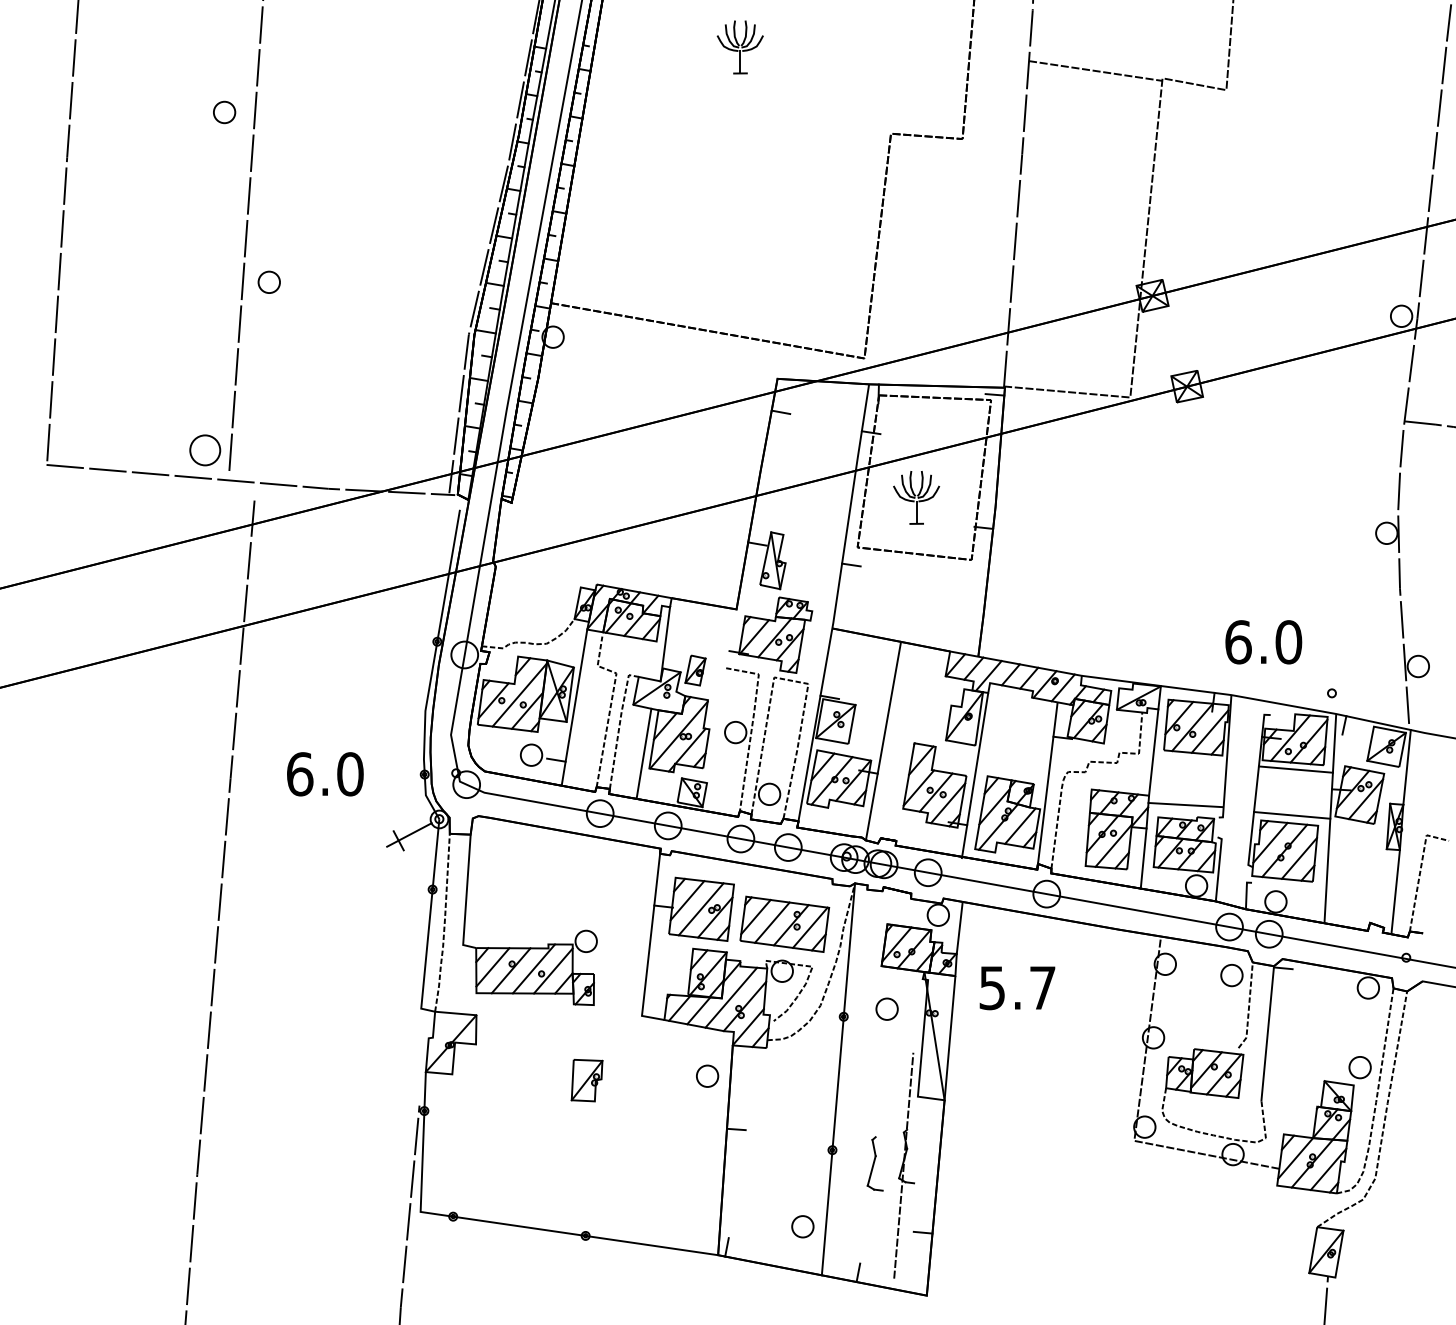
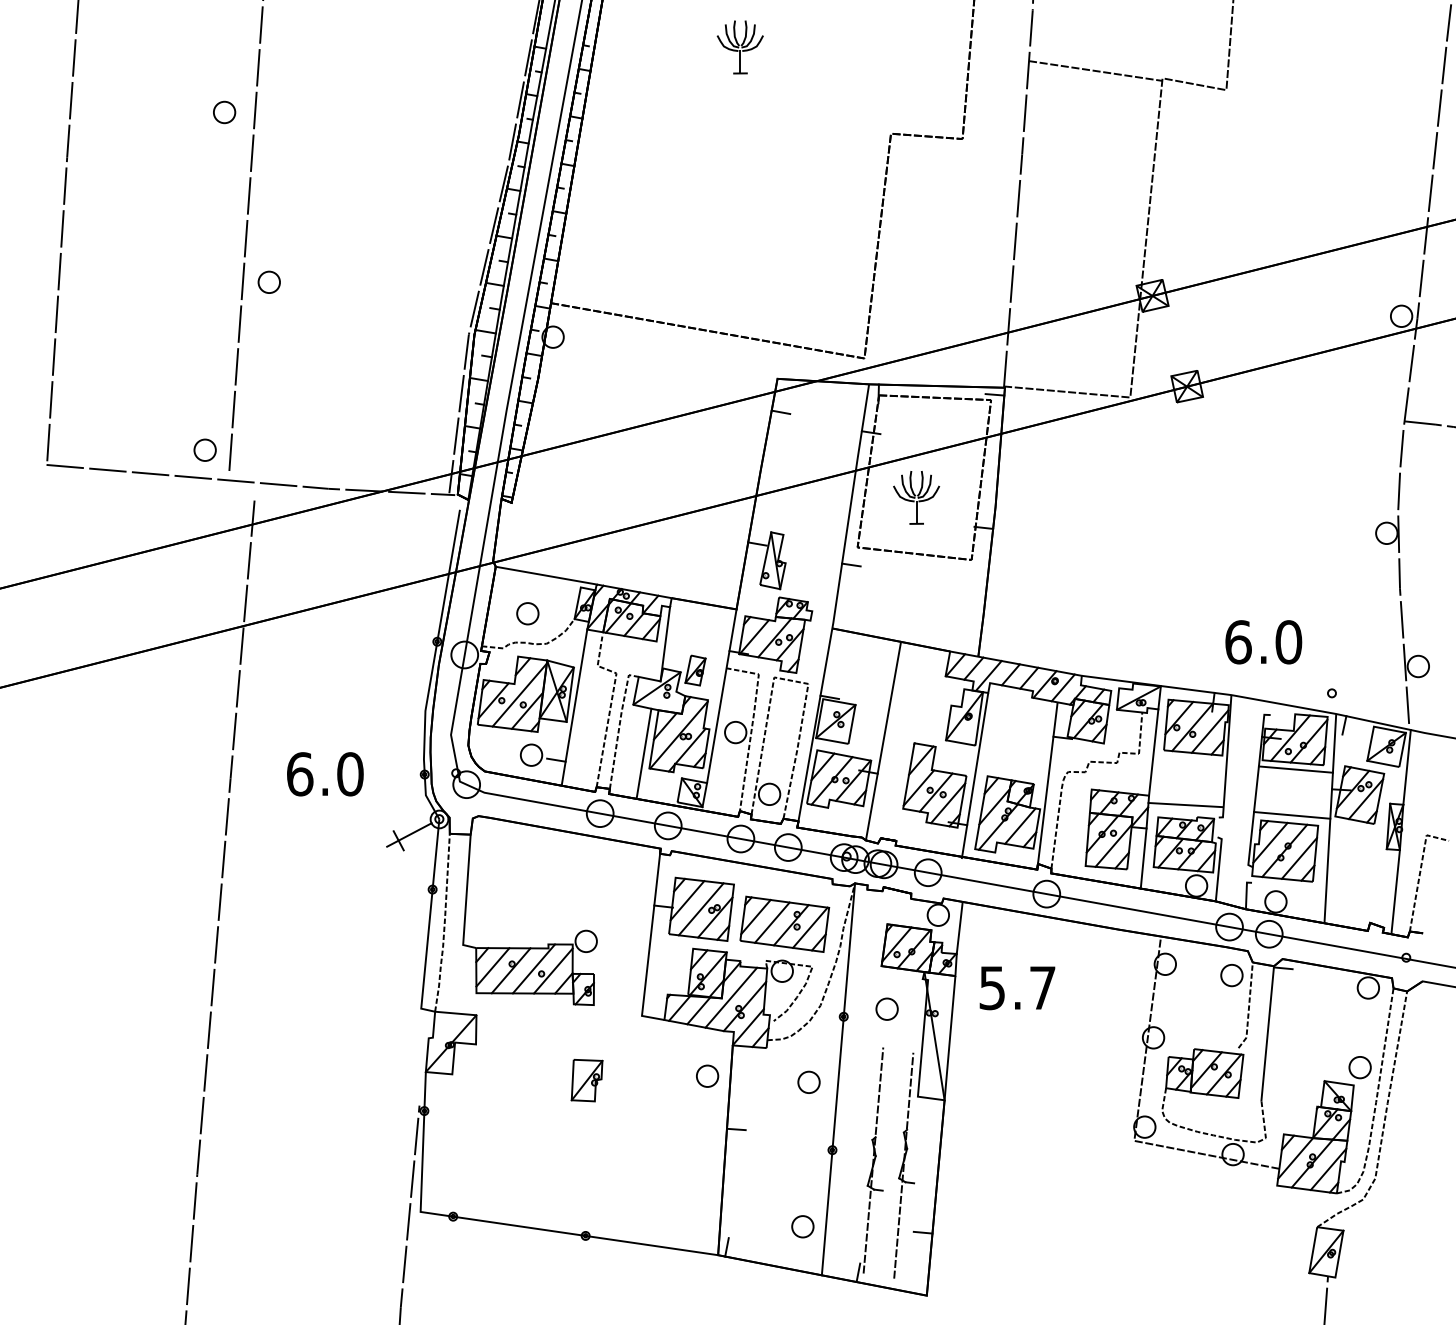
part at (205, 450) size: 33x33 px -> 24x24 px
line at (545, 575): none -> present
part at (527, 613): none -> present
line at (721, 696): none -> present
part at (808, 1081): none -> present
line at (873, 1160): none -> present
